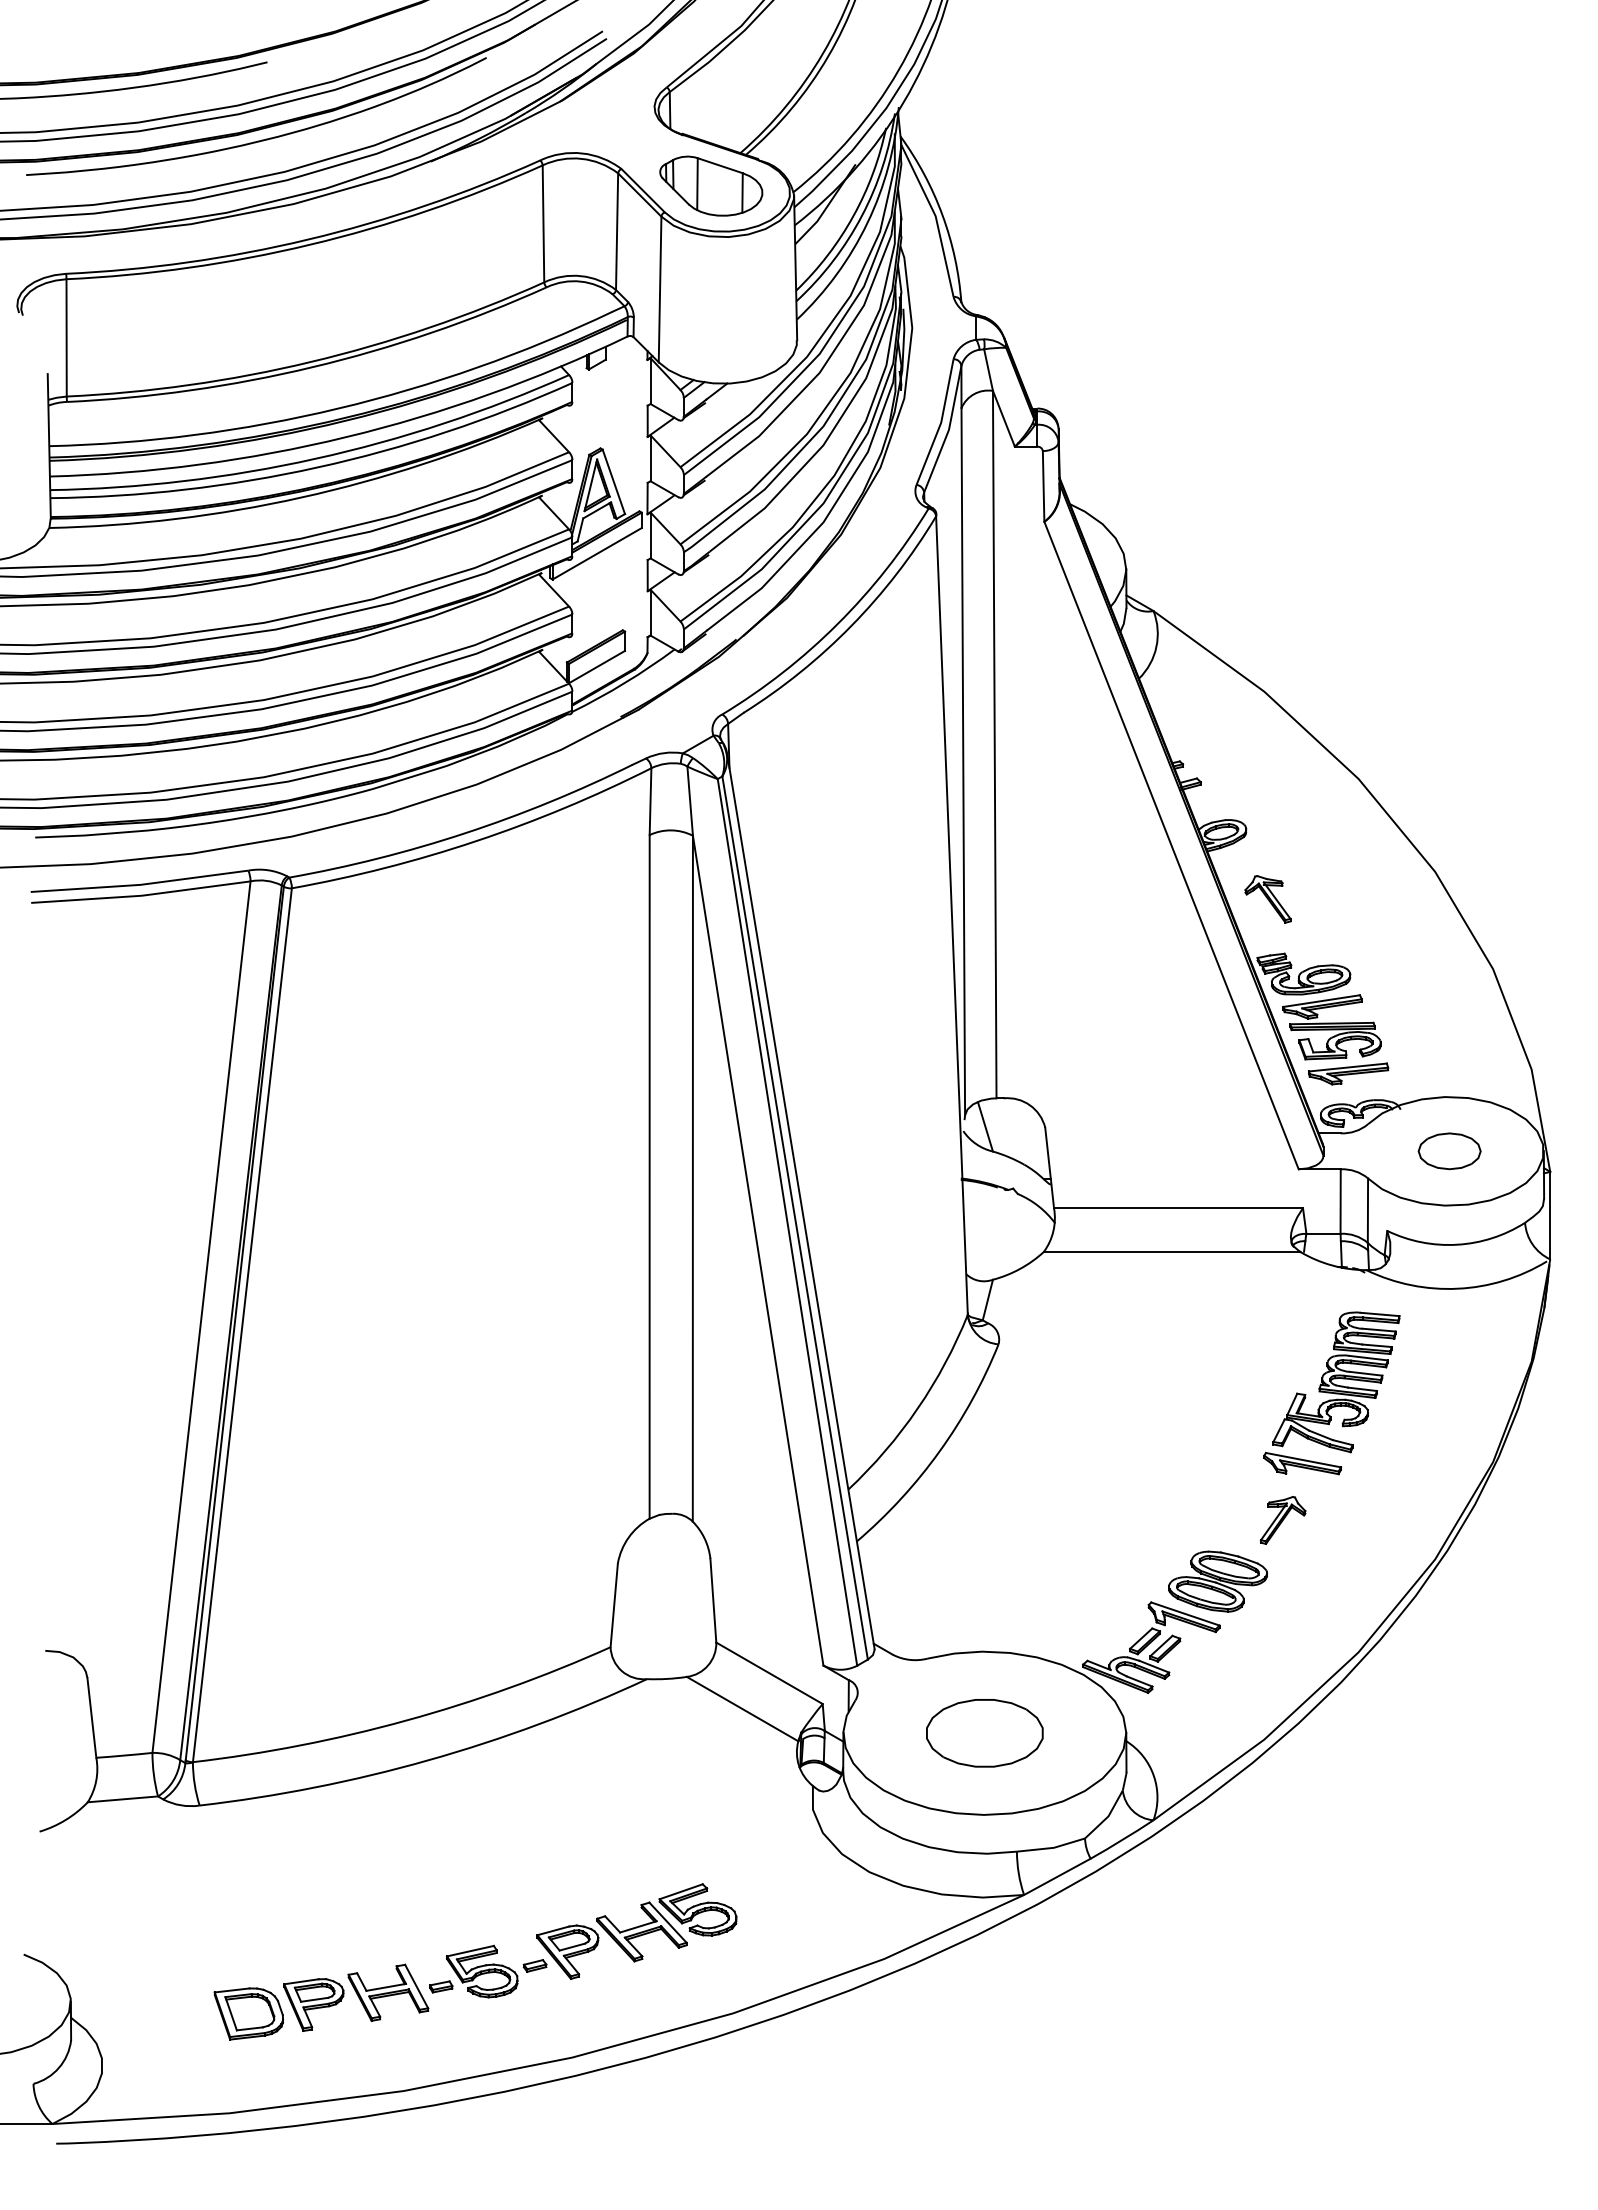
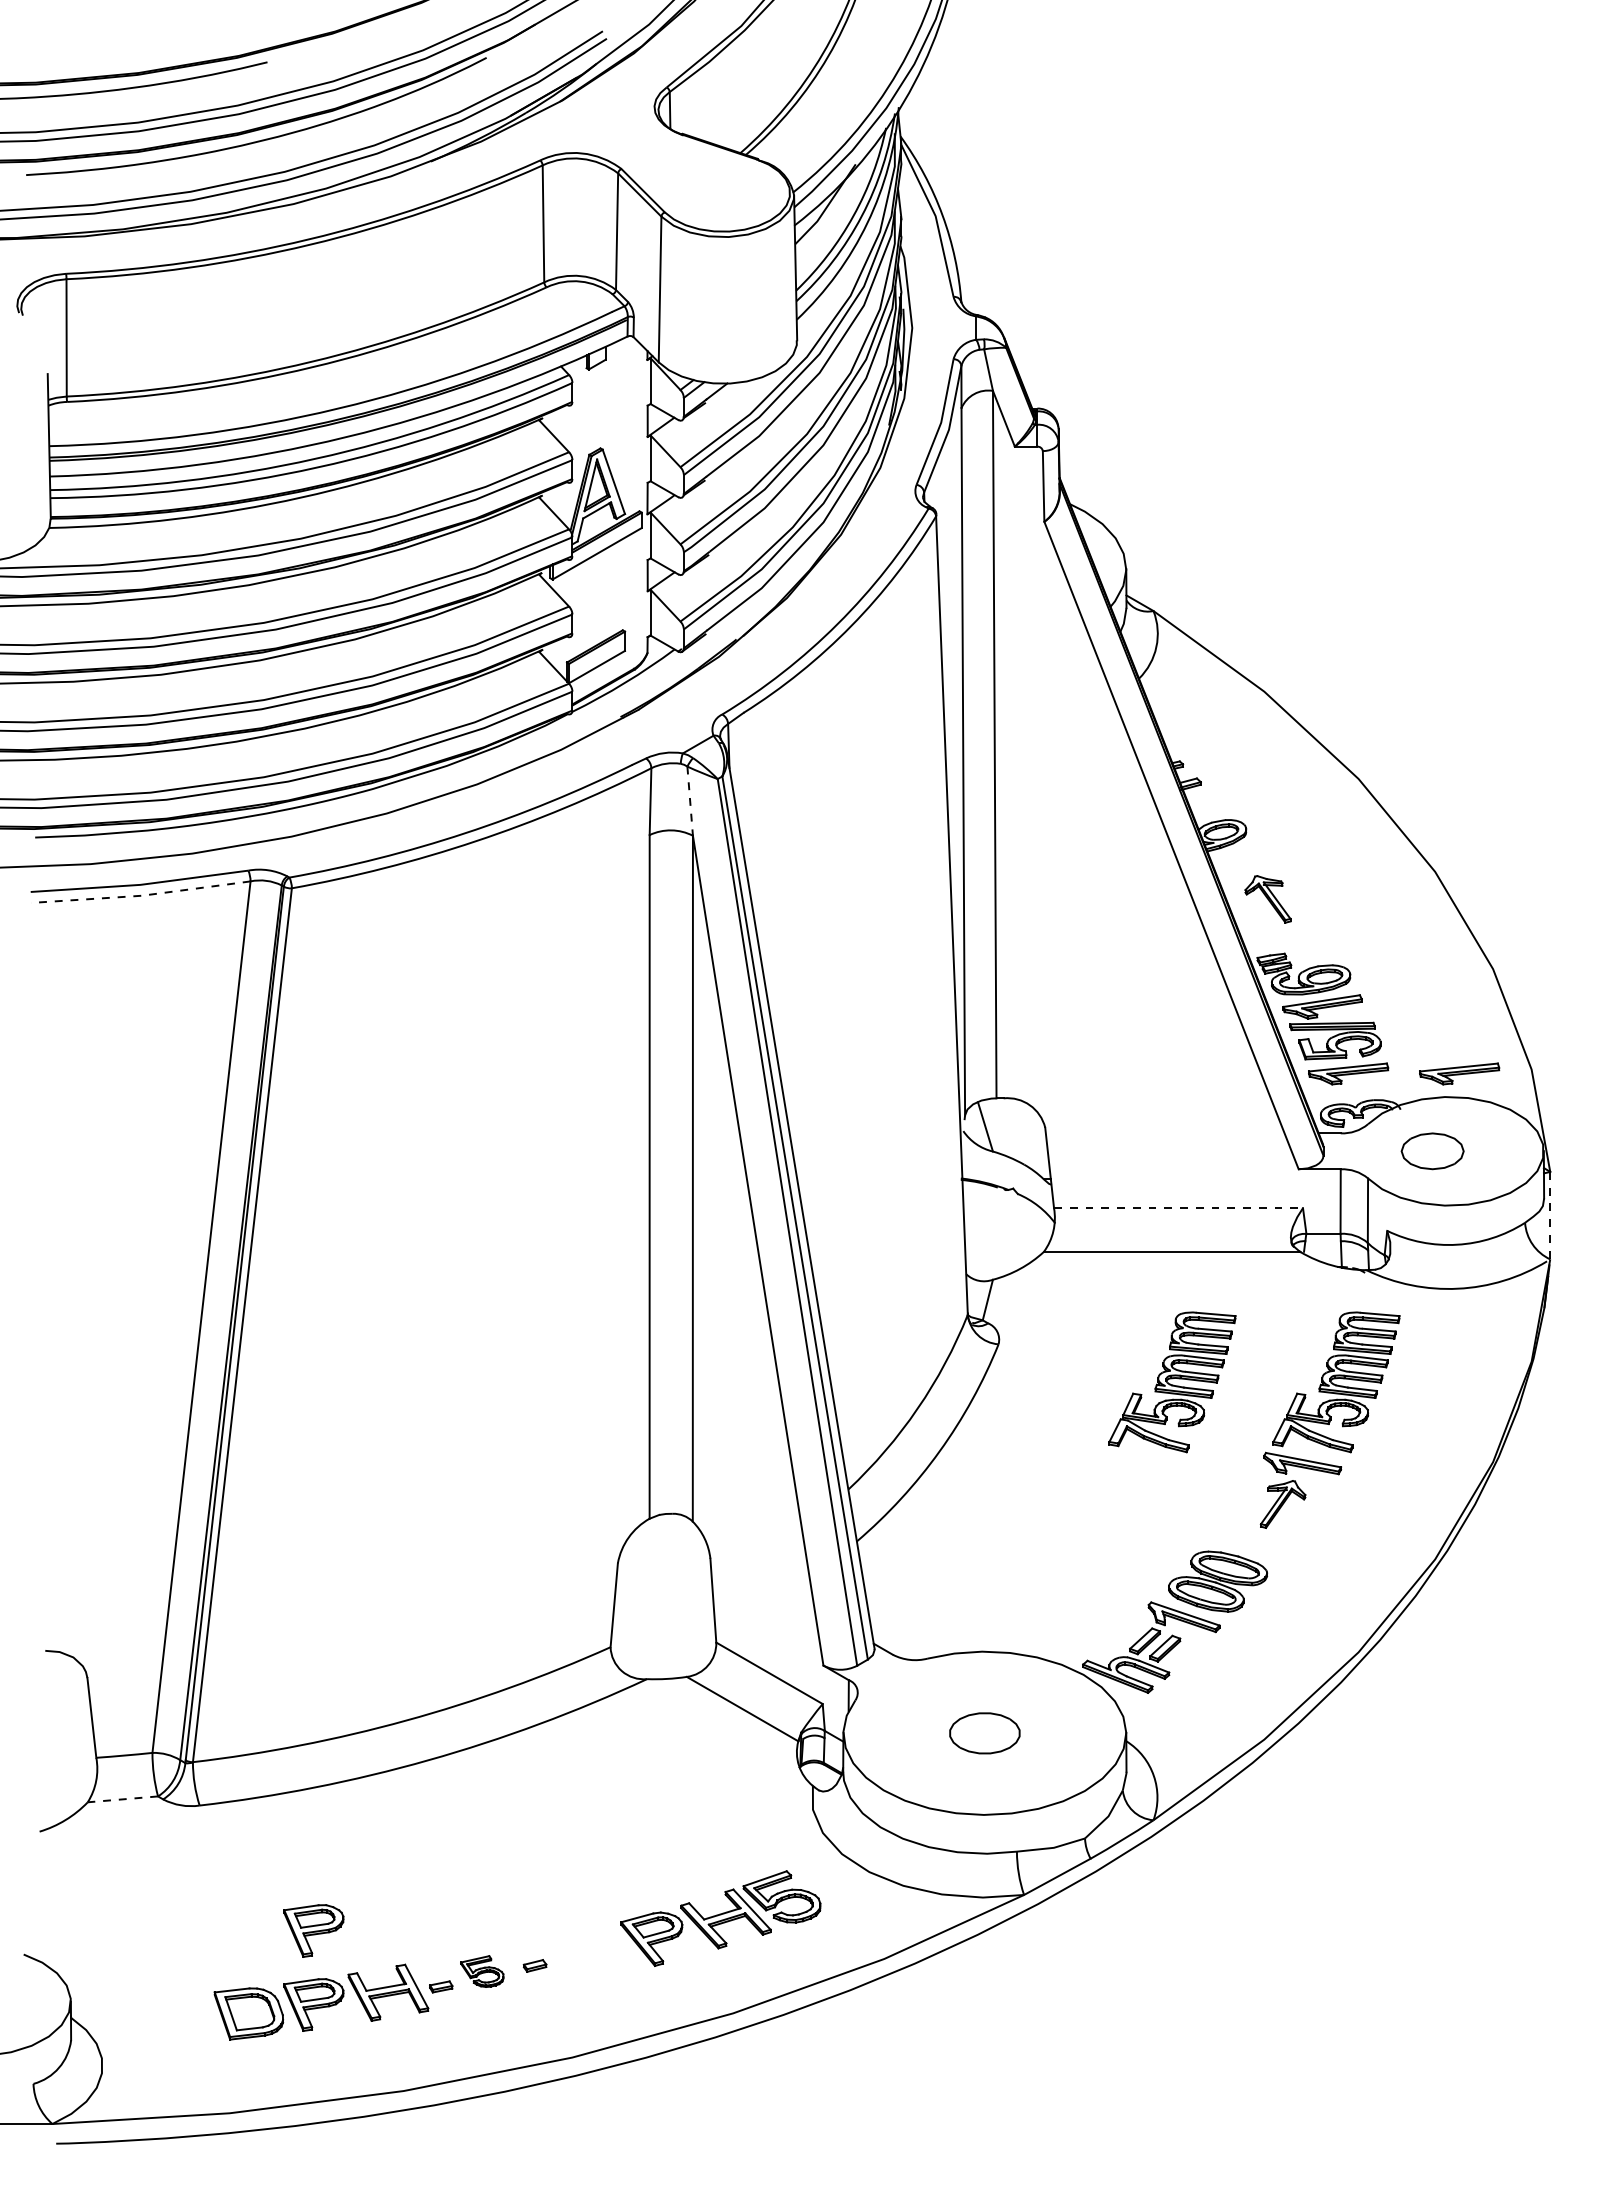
part at (711, 185): present -> none
line at (690, 801): solid -> dashed
line at (141, 895): solid -> dashed
part at (1459, 1073): none -> present
part at (1449, 1151) position: (1449, 1151) -> (1432, 1151)
line at (1179, 1208): solid -> dashed
line at (1550, 1215): solid -> dashed
part at (1172, 1382): none -> present
part at (1282, 1520) position: (1282, 1520) -> (1282, 1504)
part at (984, 1733) size: 118x69 px -> 72x43 px
line at (122, 1799): solid -> dashed
part at (313, 1930): none -> present
part at (636, 1931) position: (636, 1931) -> (720, 1918)
part at (482, 1971) size: 73x55 px -> 45x33 px
